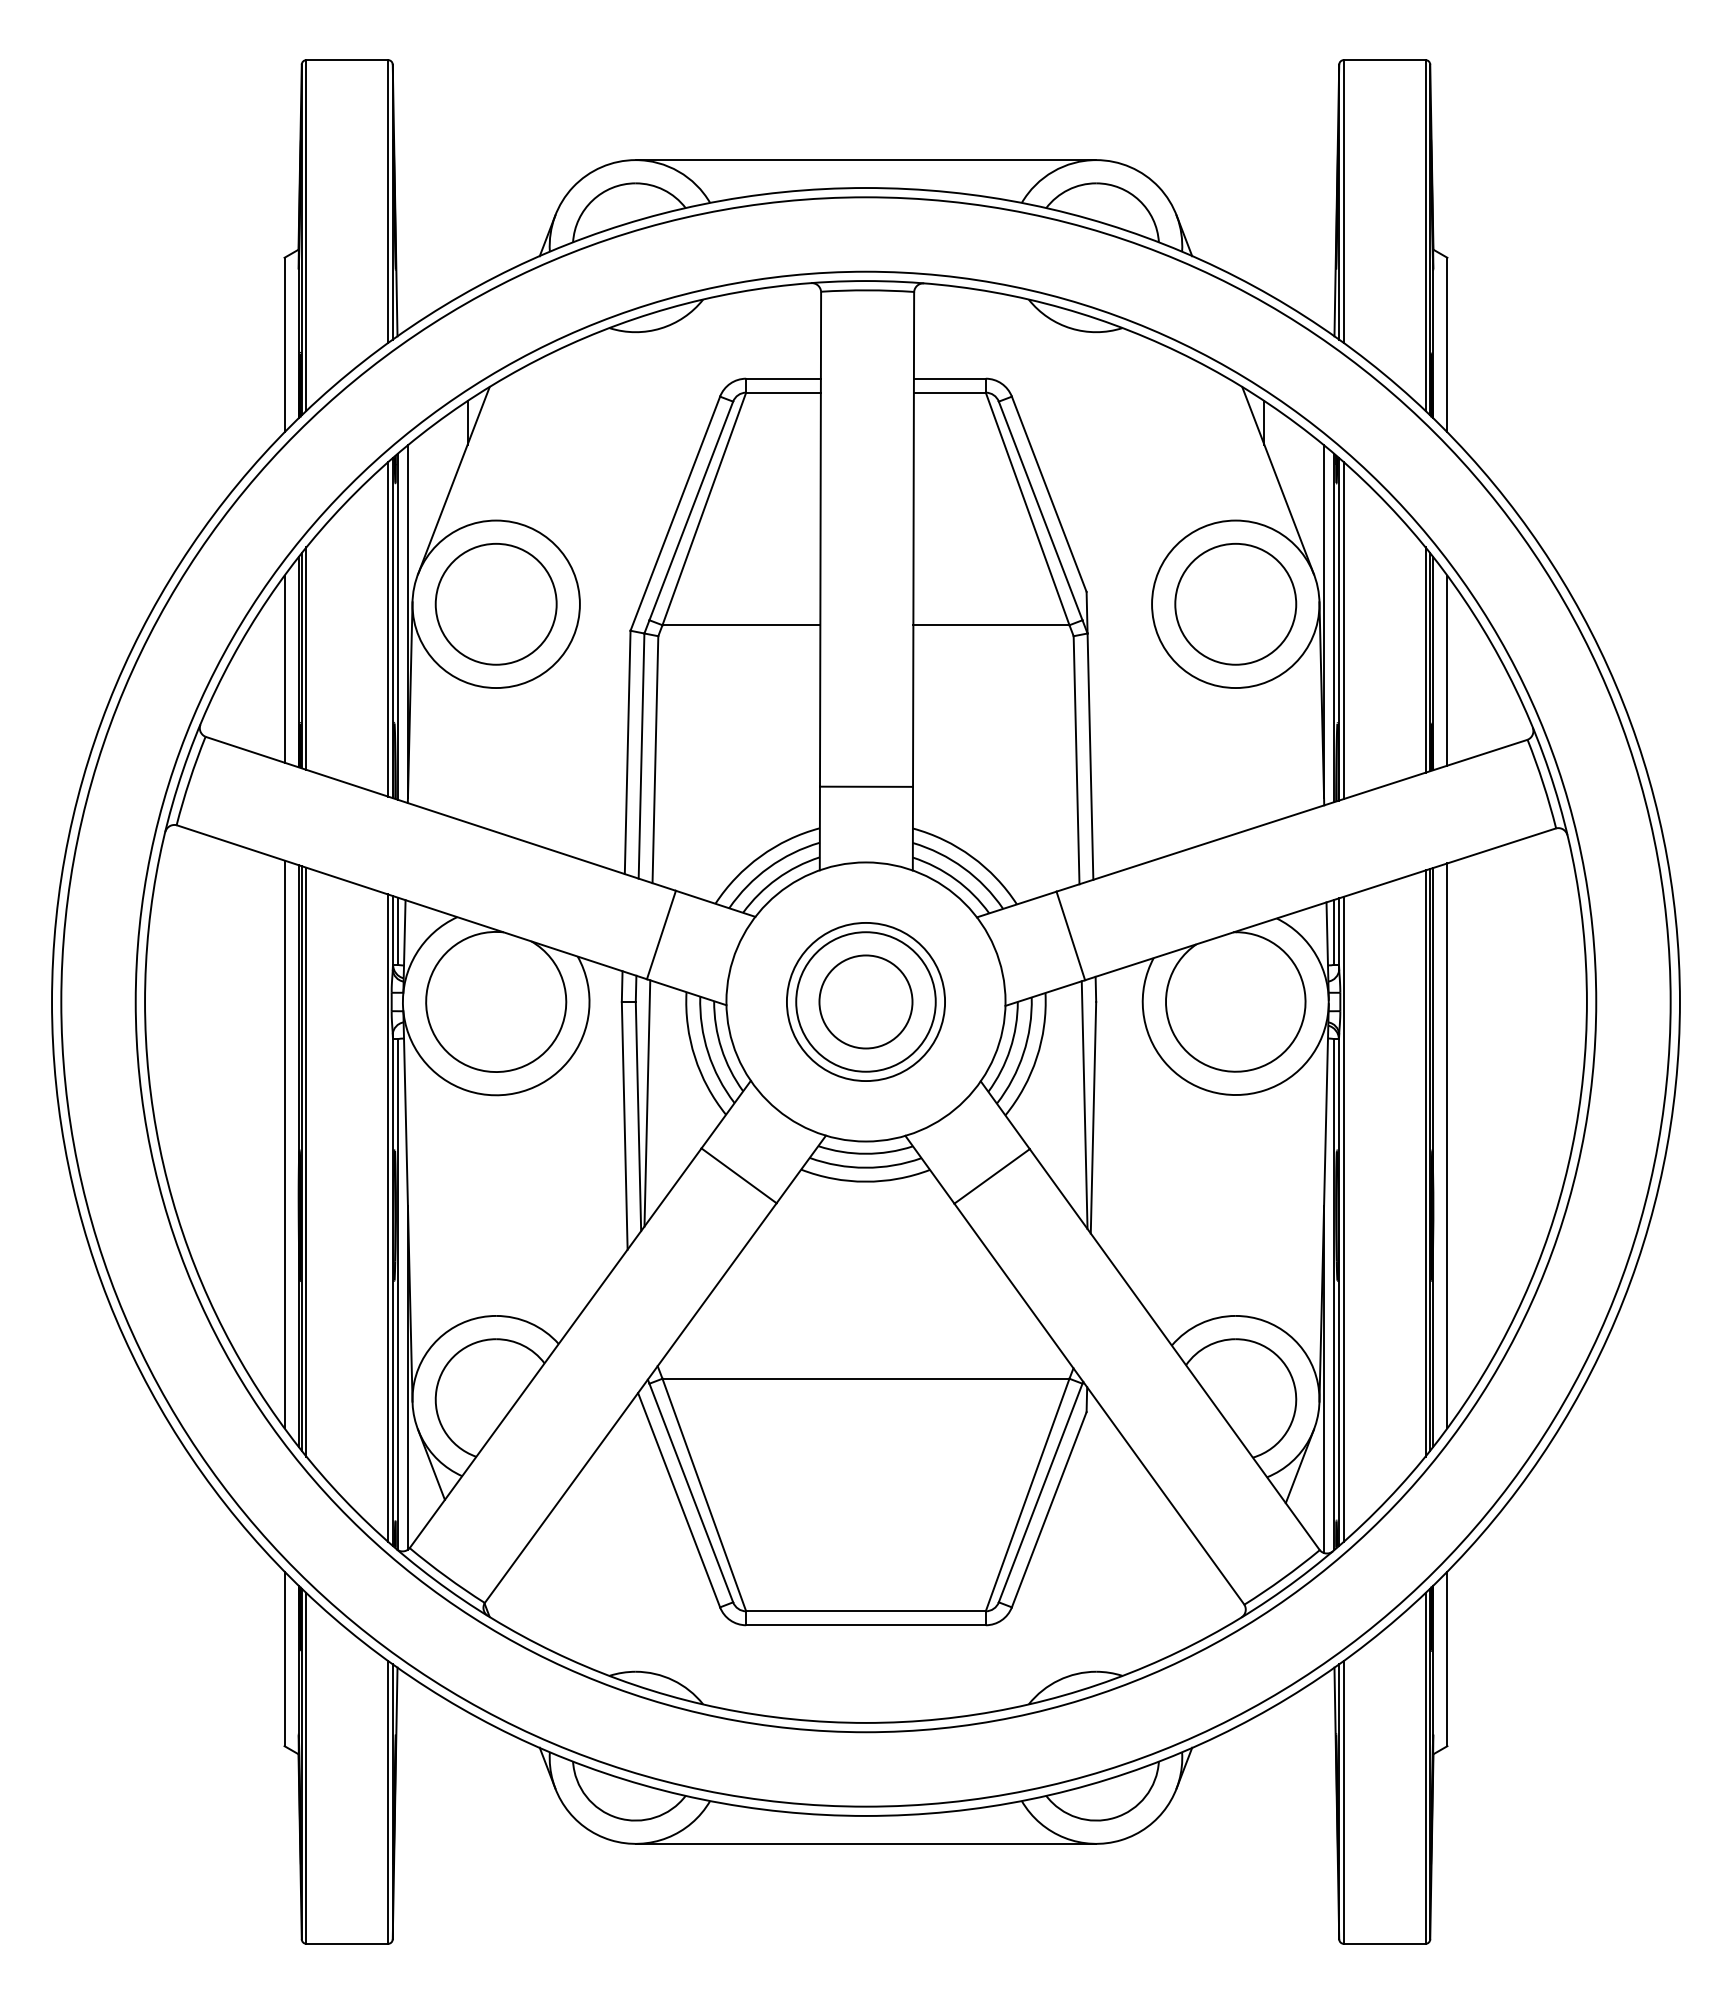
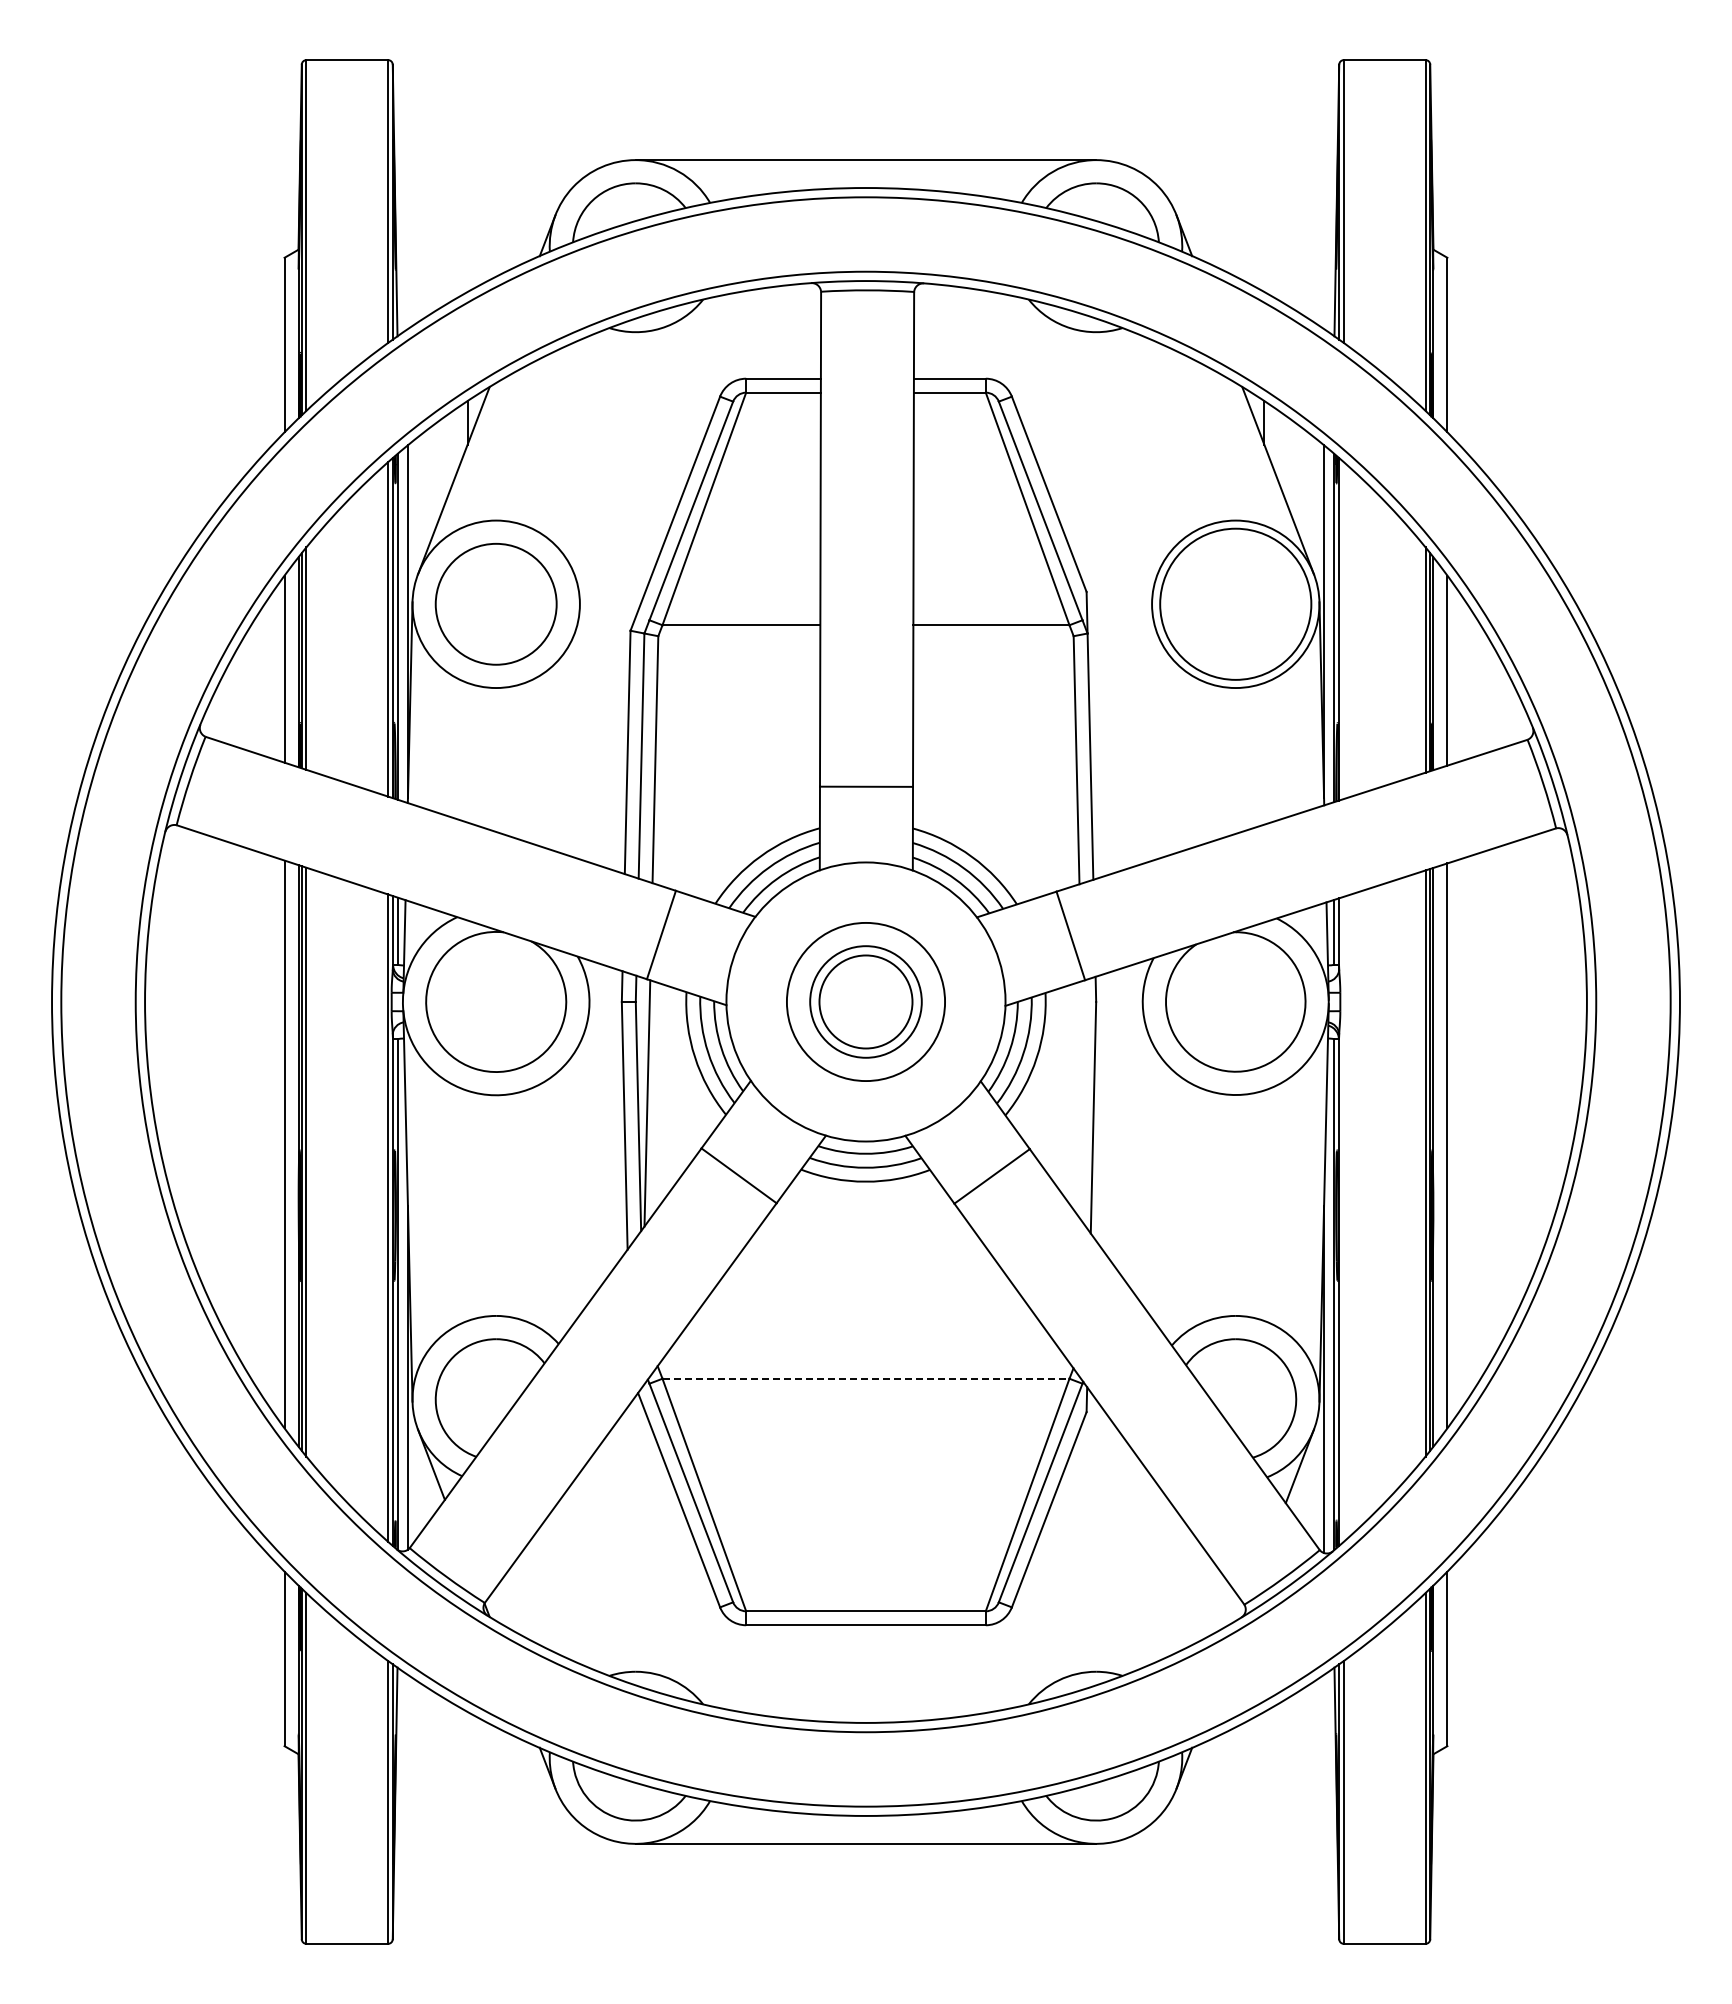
circle at (1235, 603) diameter: 121 px -> 151 px
line at (1343, 630): present -> none
circle at (865, 1001) diameter: 140 px -> 112 px
line at (1084, 1105): present -> none
line at (1343, 1218): present -> none
line at (866, 1378): solid -> dashed
